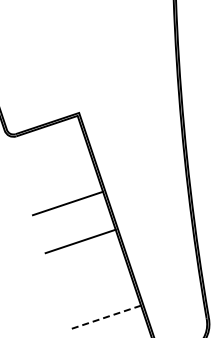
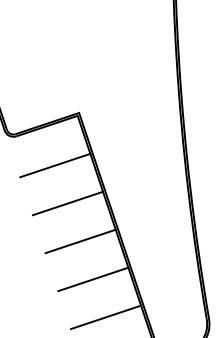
line at (55, 165): none -> present
line at (93, 279): none -> present
line at (106, 317): dashed -> solid
